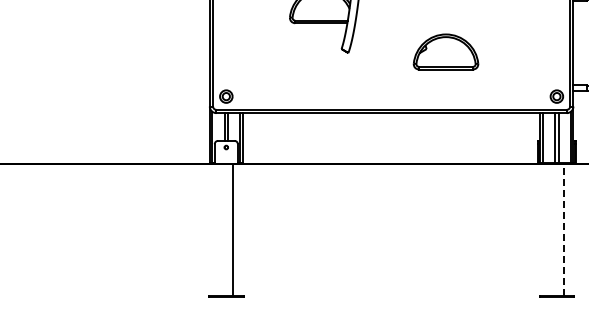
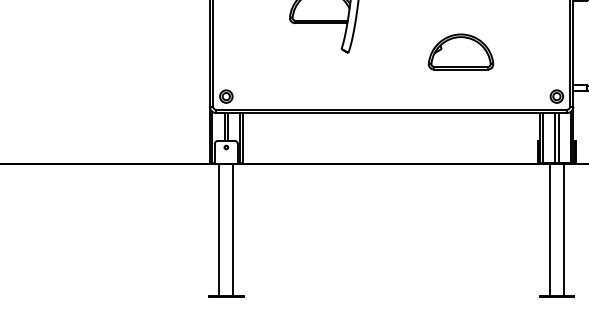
part at (445, 51) position: (445, 51) -> (460, 51)
line at (219, 230): none -> present
line at (549, 230): none -> present
line at (563, 230): dashed -> solid
